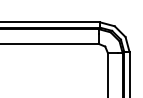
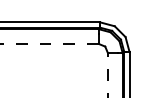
line at (49, 43): solid -> dashed
line at (108, 75): solid -> dashed
